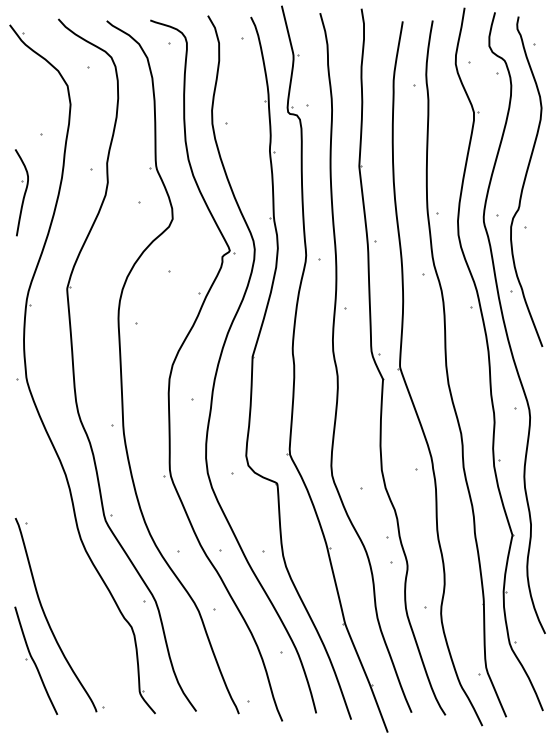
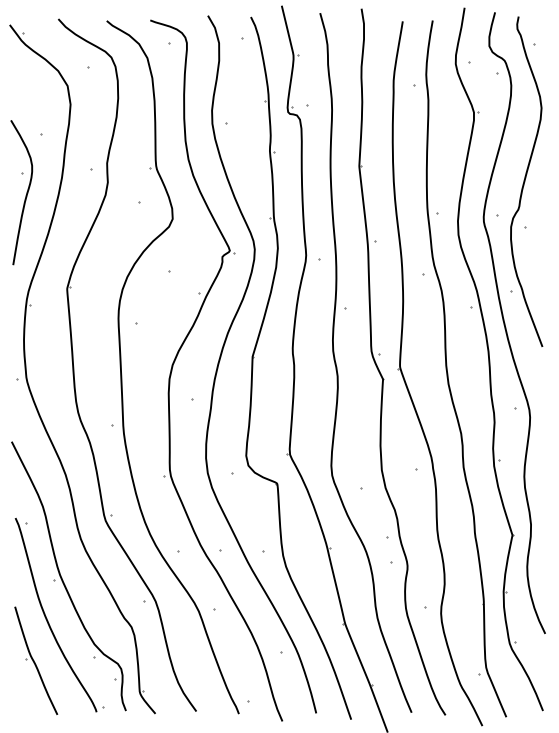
part at (21, 192) size: 14x88 px -> 24x146 px
part at (62, 577): none -> present
